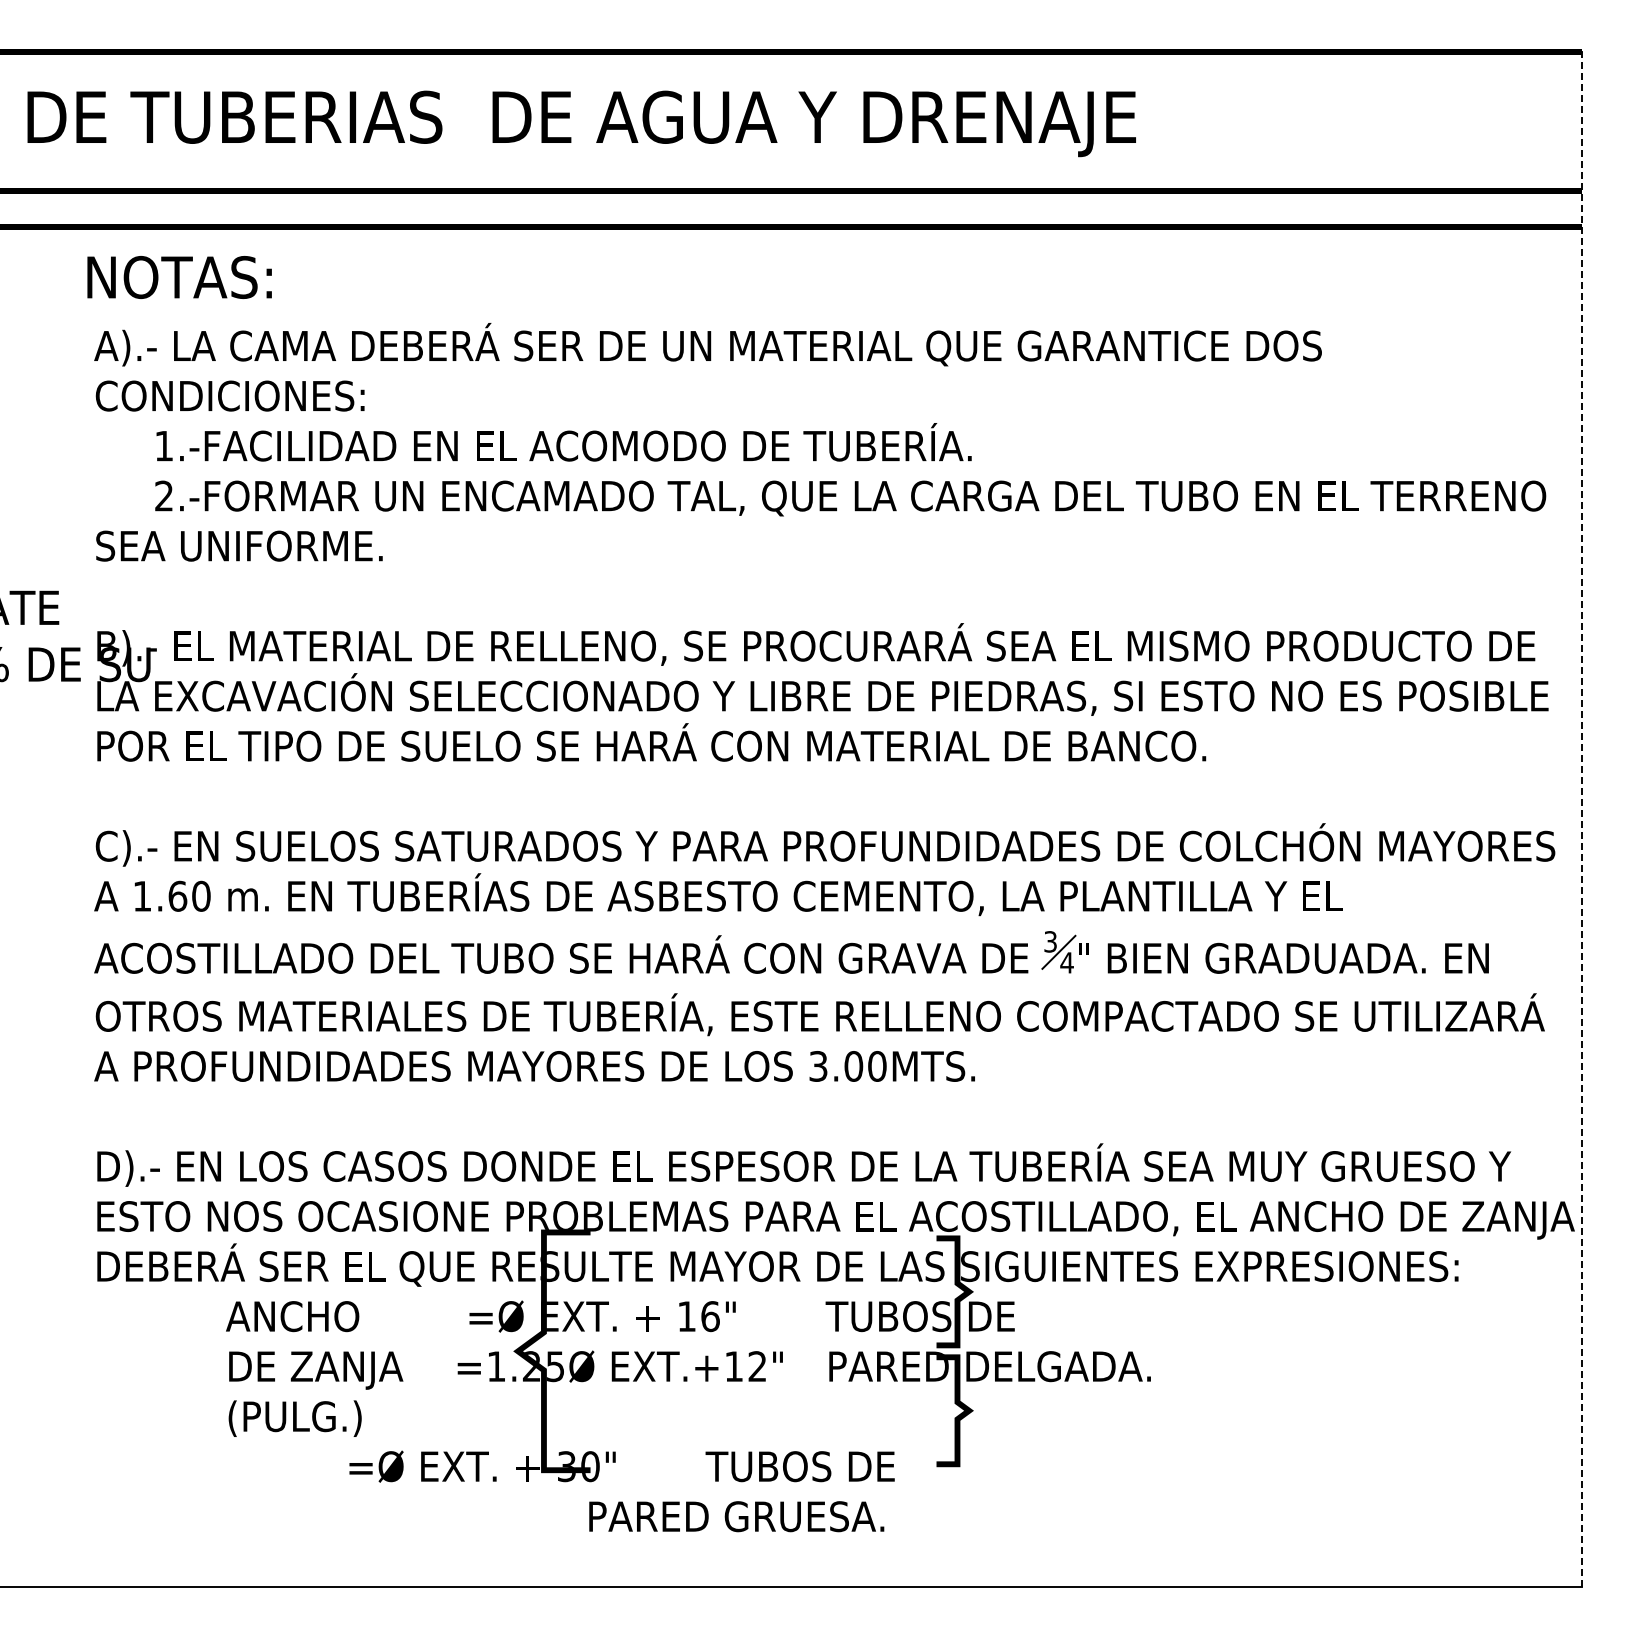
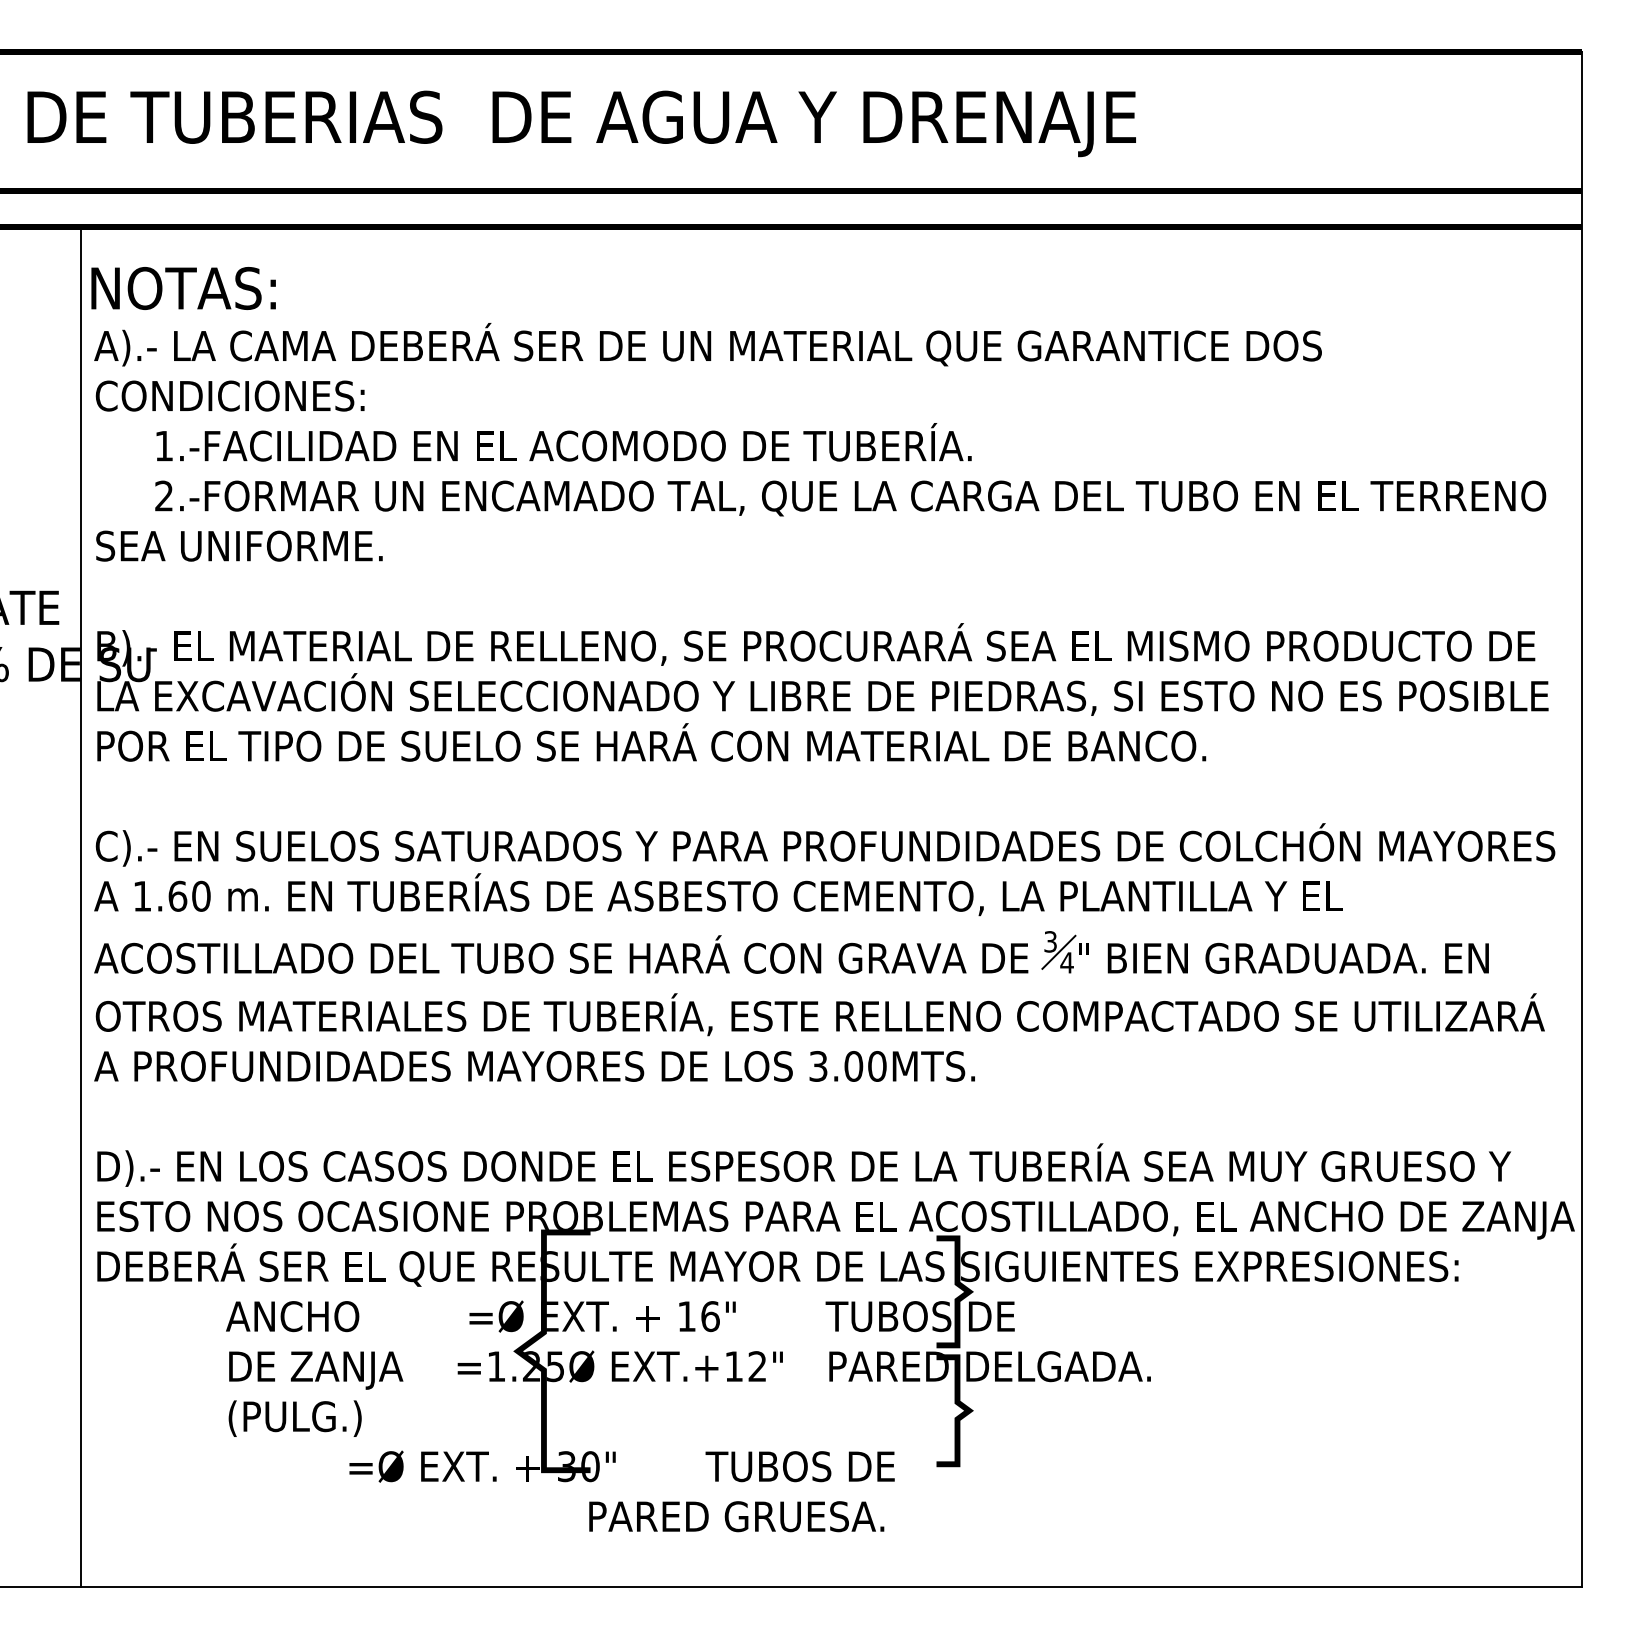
text at (179, 277) position: (179, 277) -> (183, 288)
line at (1581, 818): dashed -> solid
line at (80, 906): none -> present
